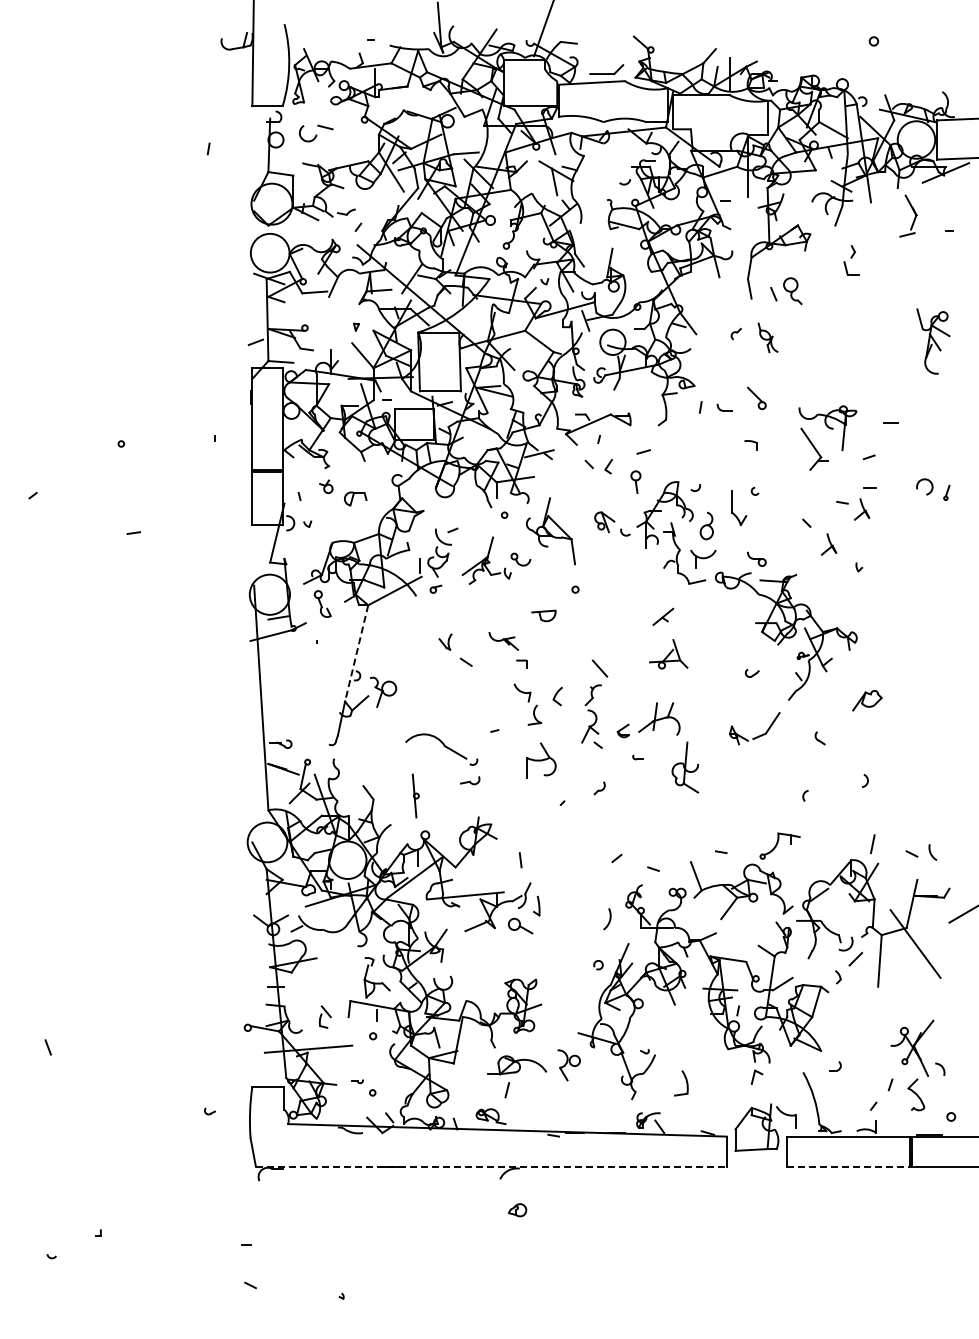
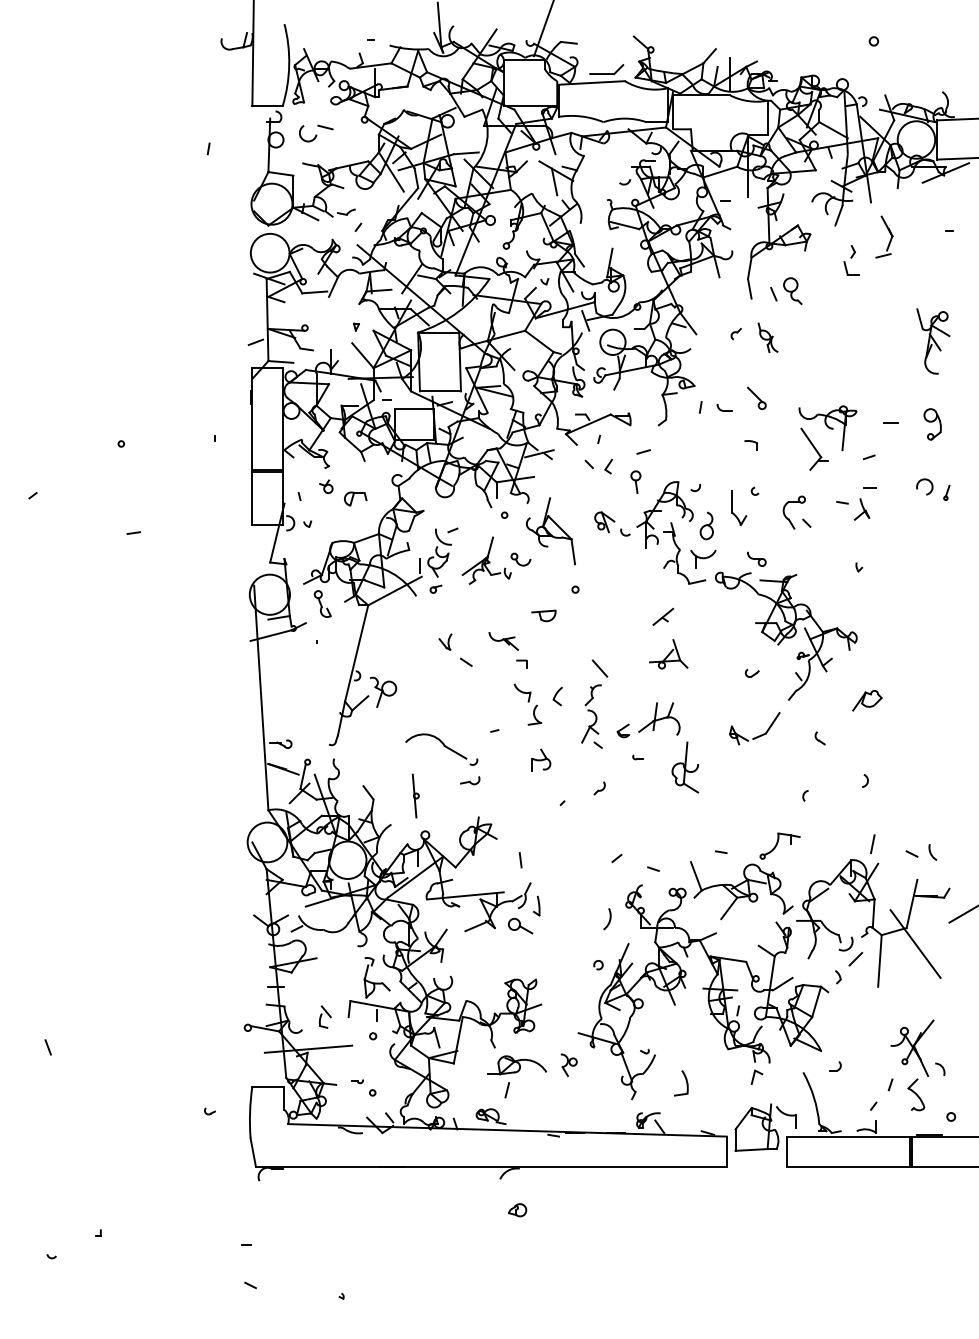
part at (908, 215) position: (908, 215) -> (884, 236)
part at (932, 424): none -> present
part at (789, 518): none -> present
part at (828, 544): present -> none
line at (356, 653): dashed -> solid
part at (541, 760) size: 31x37 px -> 21x24 px
part at (568, 1065) size: 24x33 px -> 18x24 px
line at (491, 1166): dashed -> solid
line at (848, 1166): dashed -> solid
